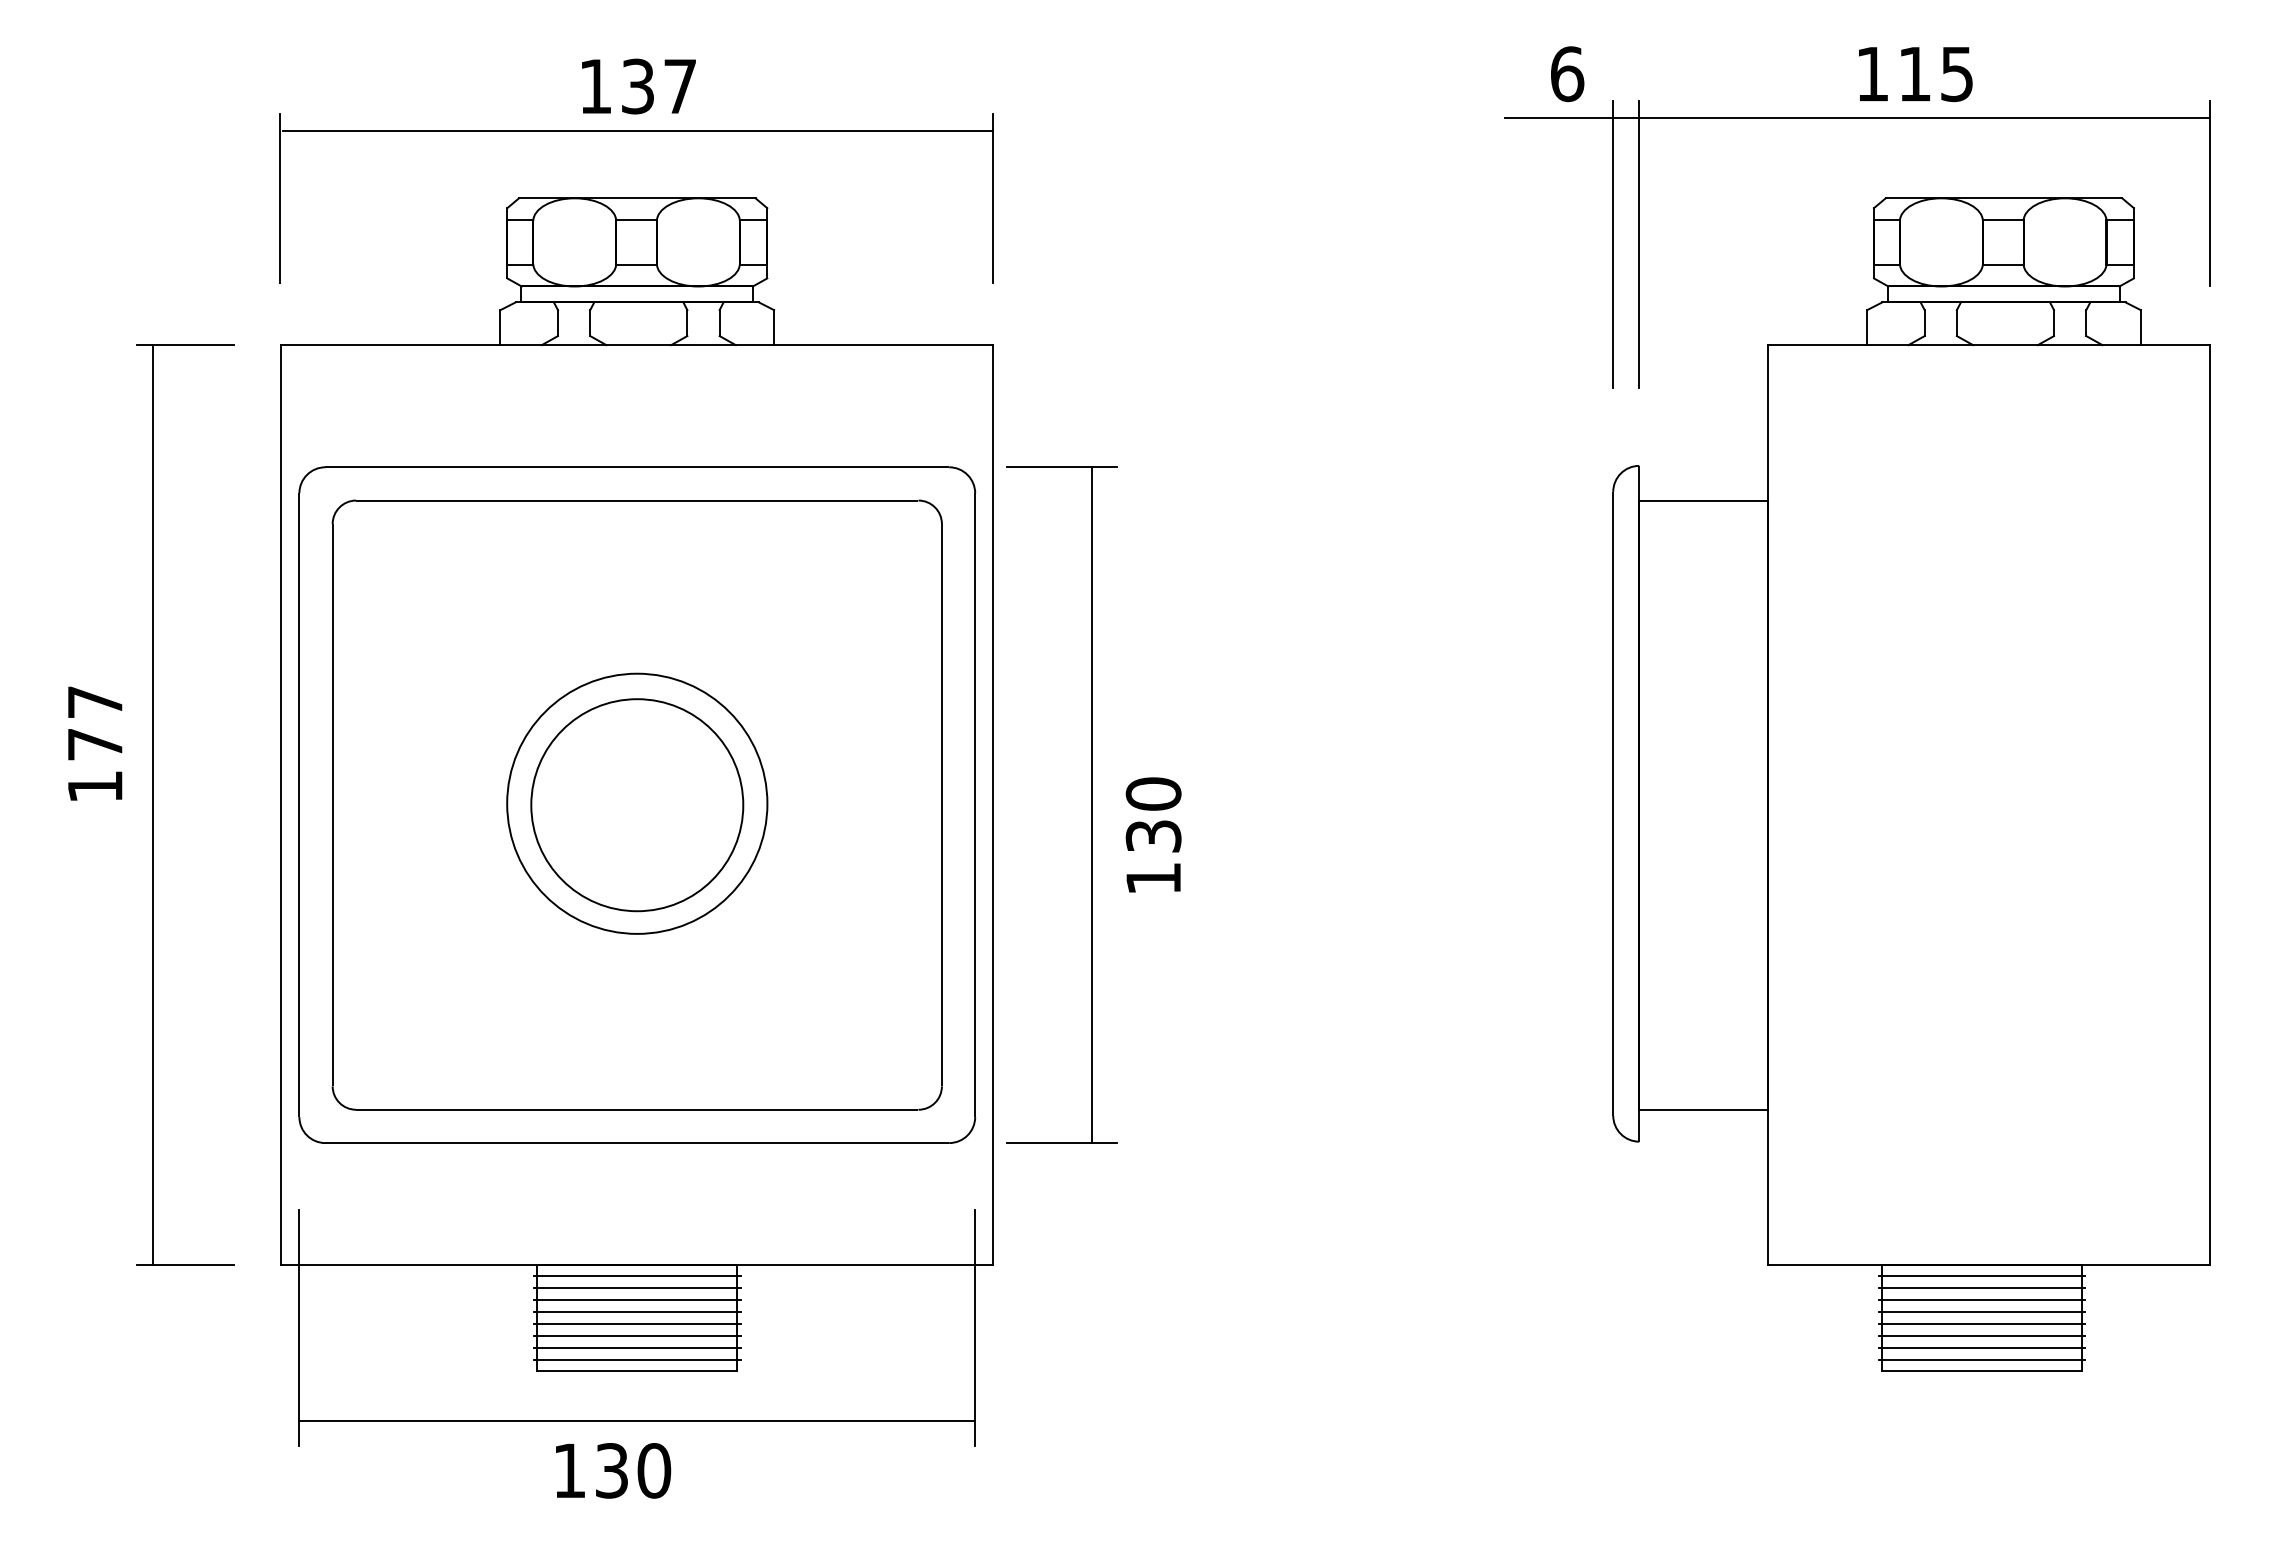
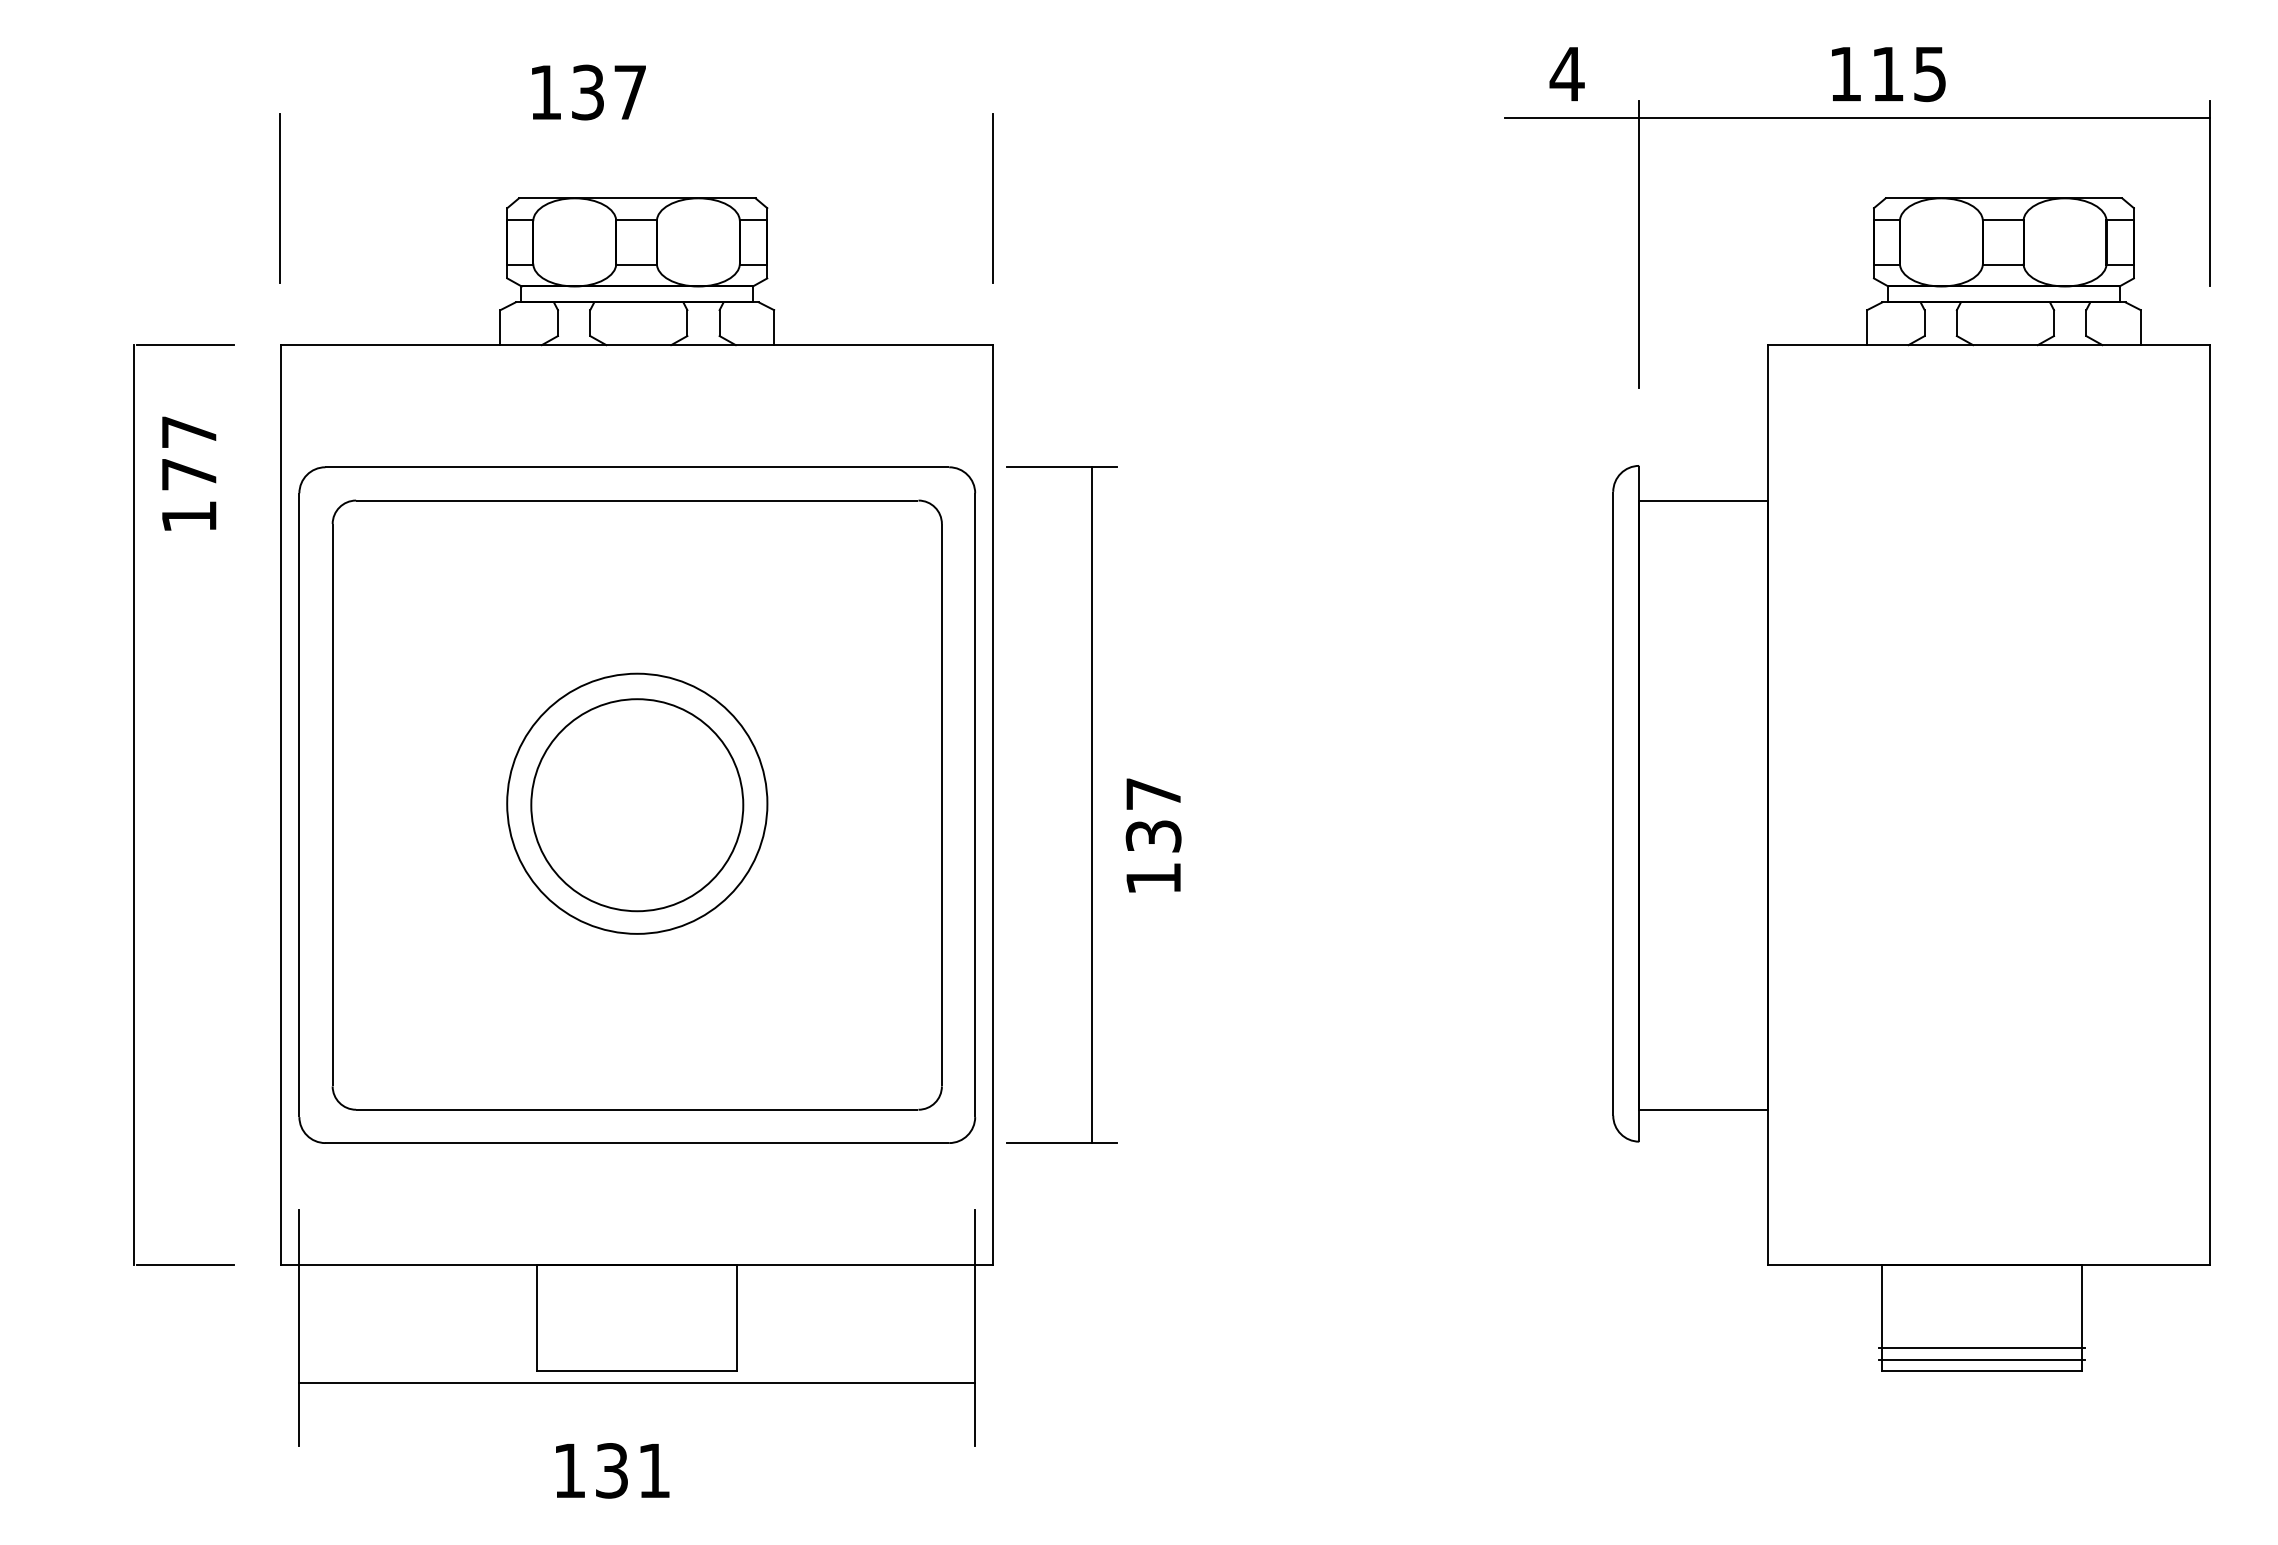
text at (1566, 74): 6 -> 4
text at (1915, 74) position: (1915, 74) -> (1888, 74)
text at (638, 86) position: (638, 86) -> (588, 92)
line at (638, 130): present -> none
line at (1613, 244): present -> none
text at (95, 743) position: (95, 743) -> (189, 473)
text at (1153, 793): 130 -> 137
line at (153, 805) position: (153, 805) -> (134, 805)
line at (637, 1275): present -> none
line at (1981, 1275): present -> none
line at (637, 1287): present -> none
line at (1981, 1287): present -> none
line at (637, 1299): present -> none
line at (1981, 1299): present -> none
line at (637, 1311): present -> none
line at (1981, 1311): present -> none
line at (637, 1323): present -> none
line at (1981, 1323): present -> none
line at (637, 1336): present -> none
line at (1981, 1336): present -> none
line at (637, 1348): present -> none
line at (637, 1360): present -> none
line at (637, 1420) position: (637, 1420) -> (637, 1382)
text at (654, 1470): 130 -> 131
